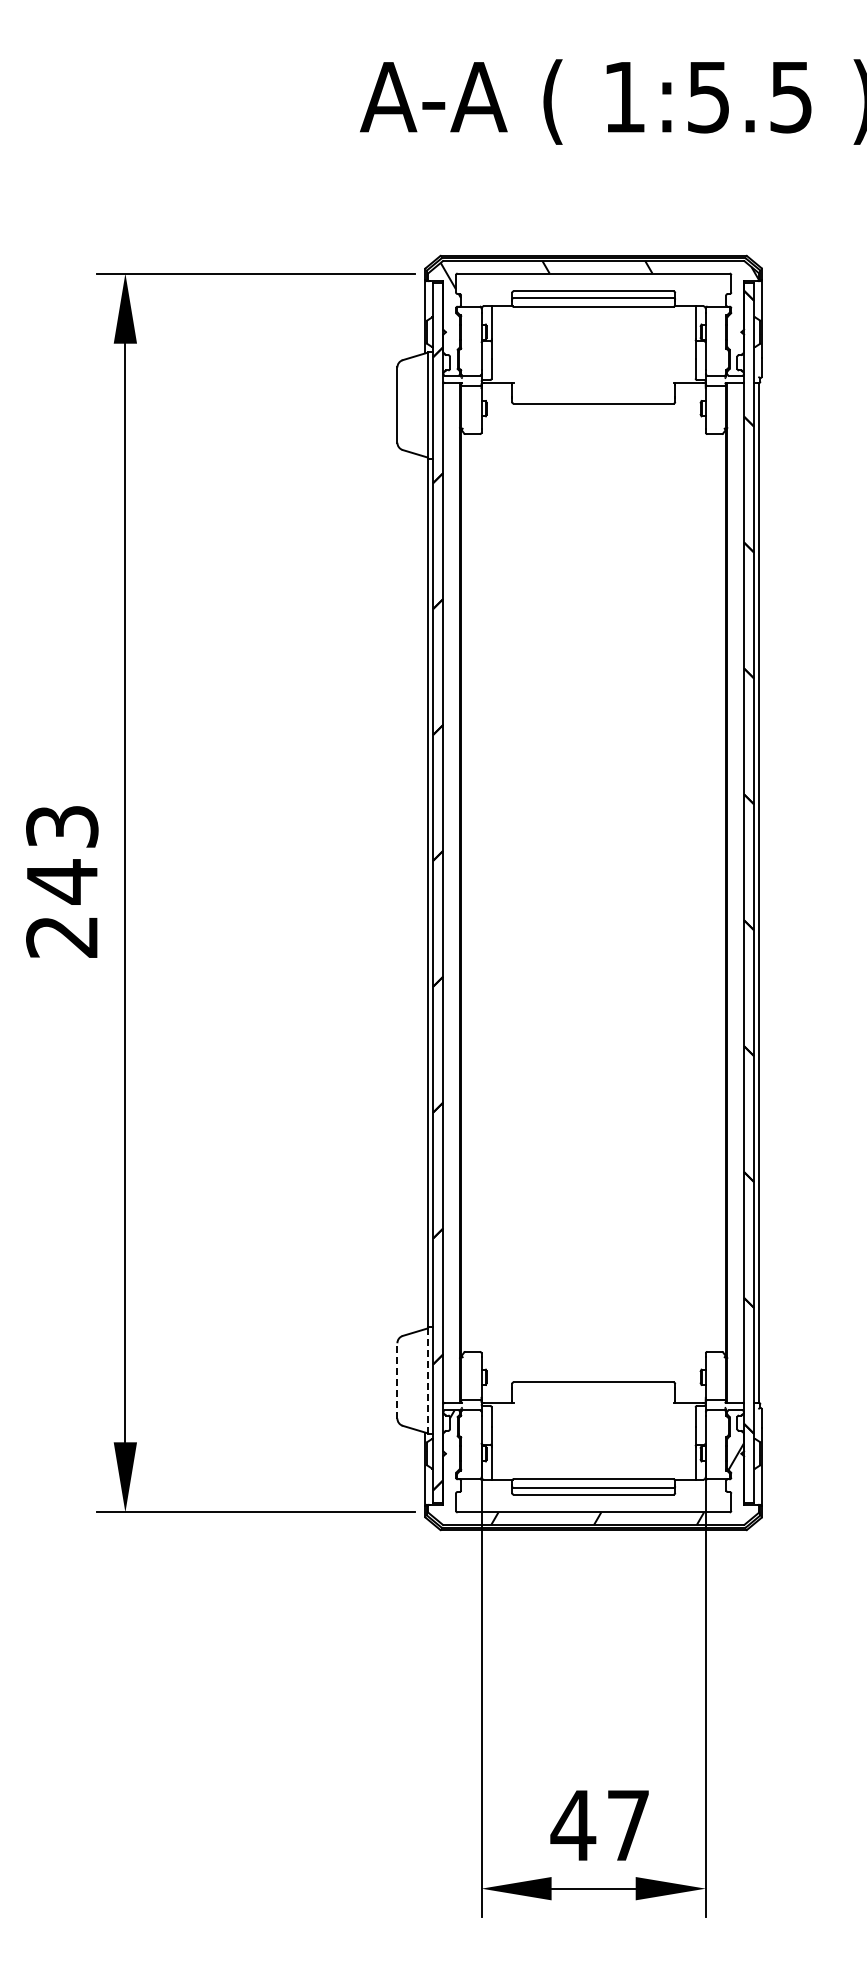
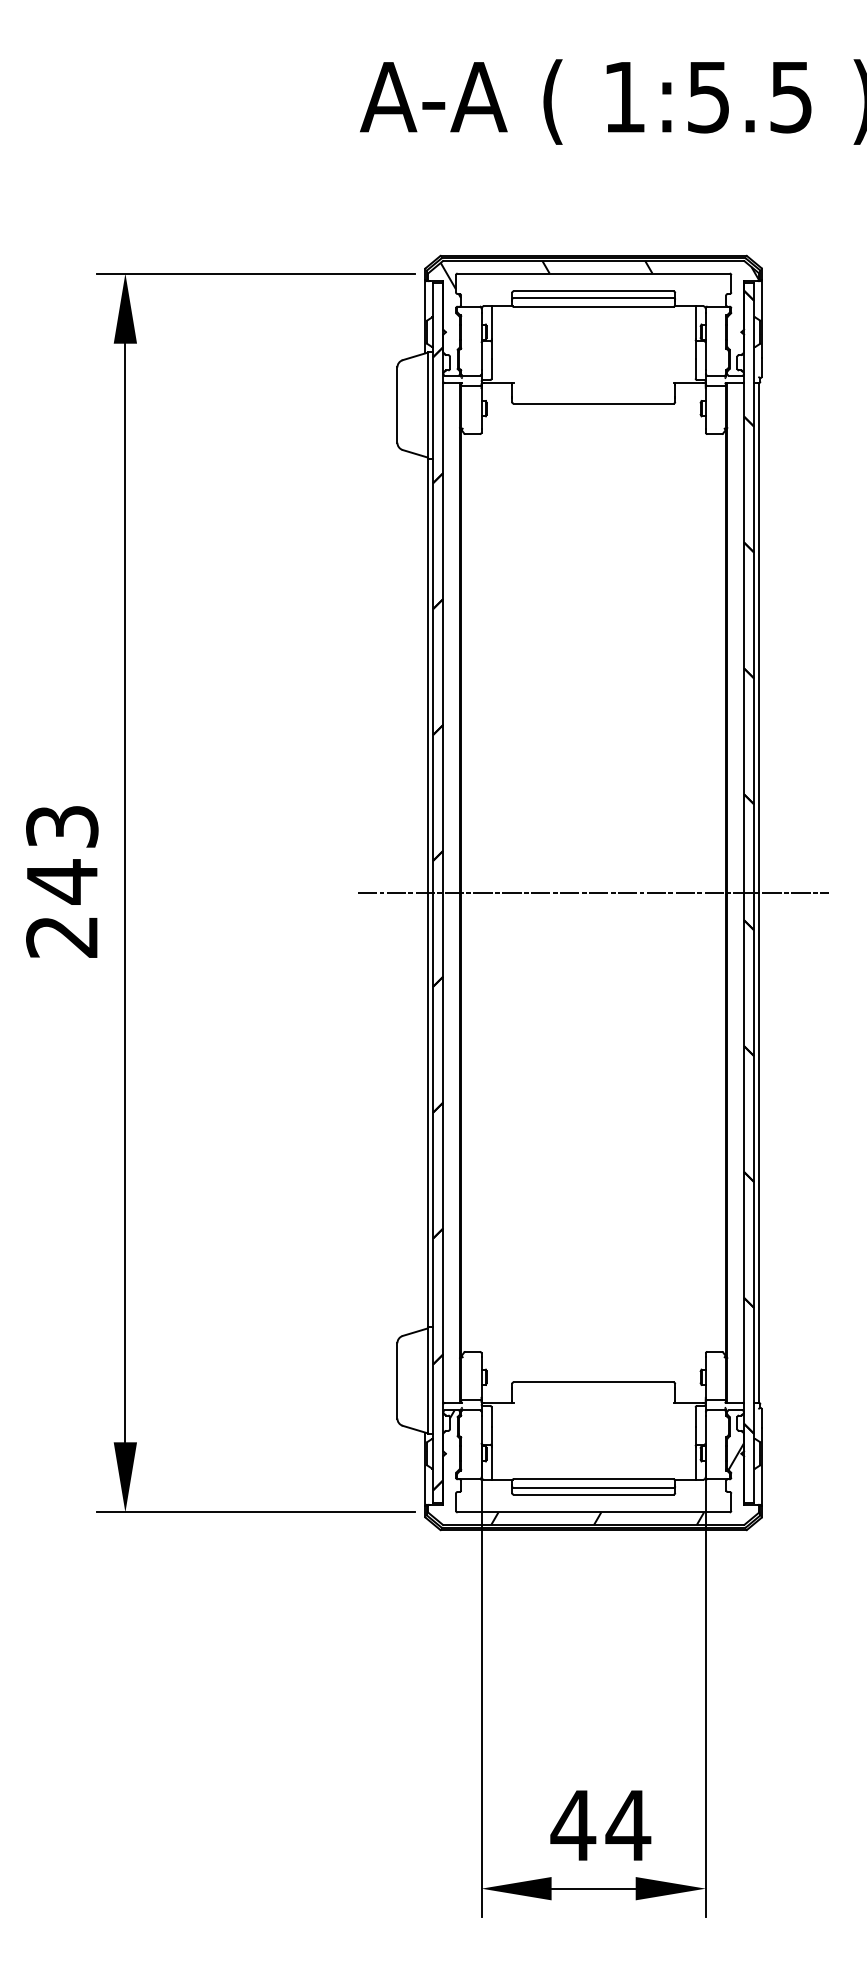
line at (593, 893): none -> present
line at (397, 1380): dashed -> solid
line at (427, 1380): dashed -> solid
text at (628, 1825): 47 -> 44
